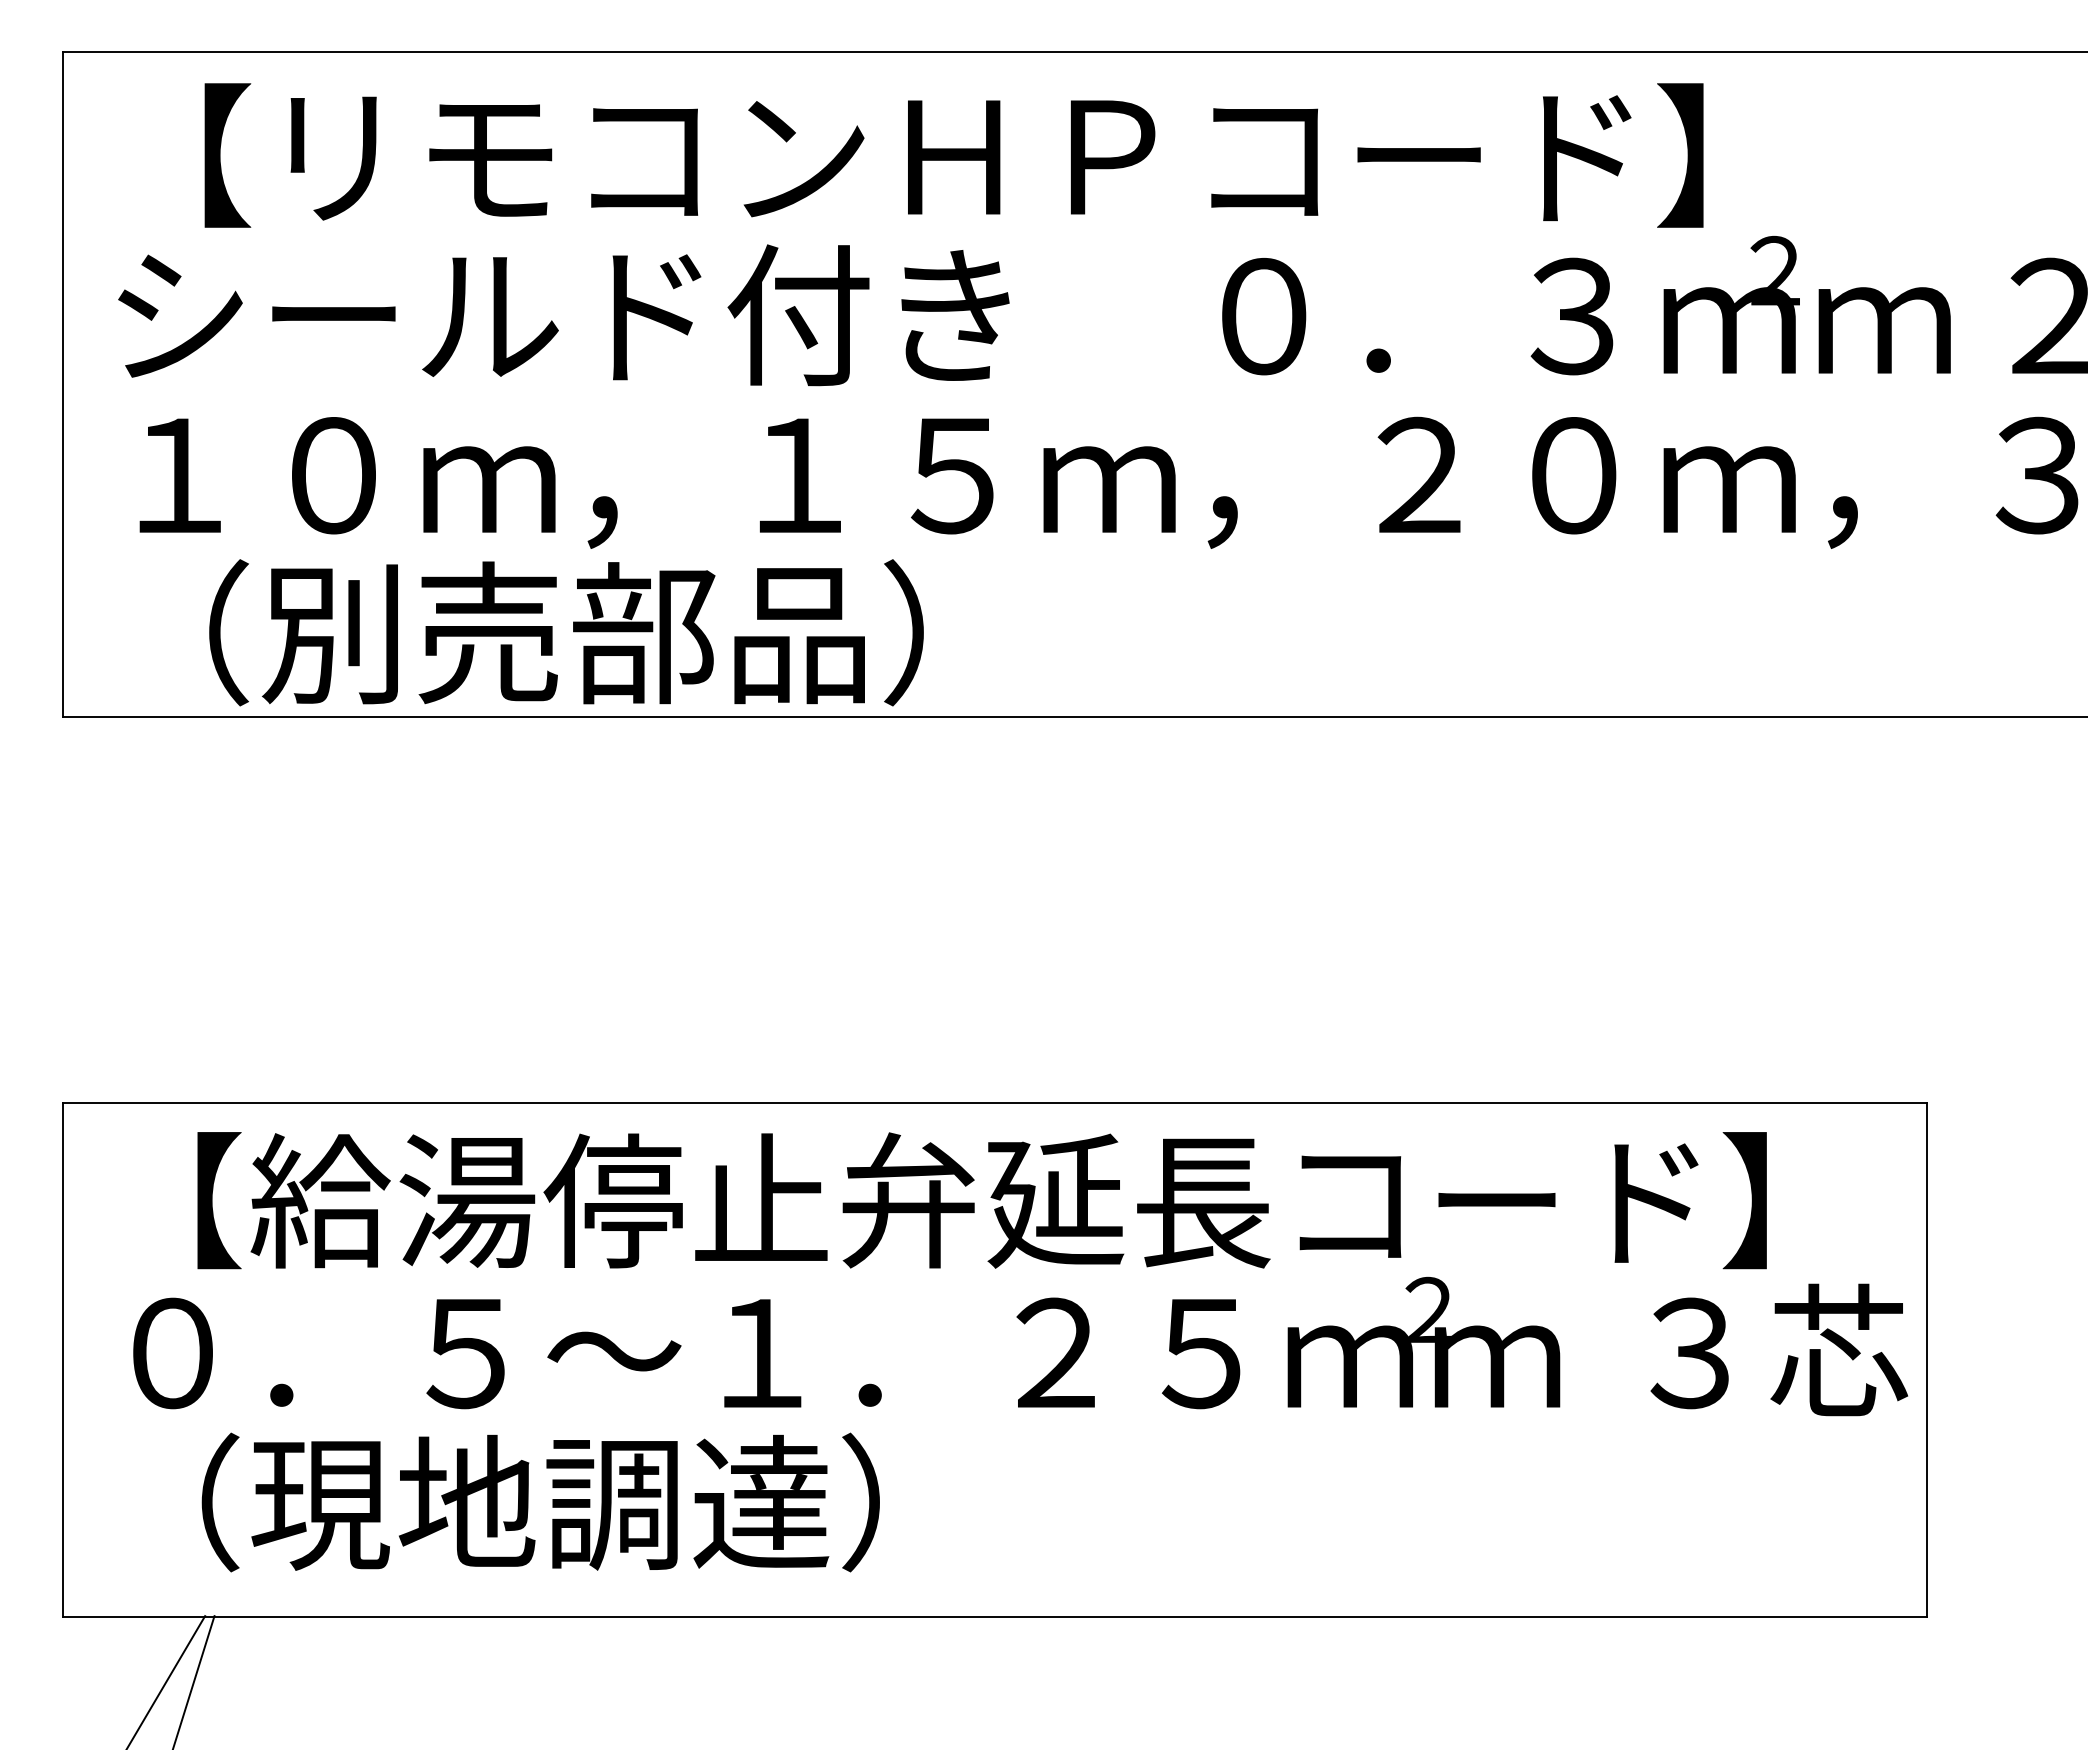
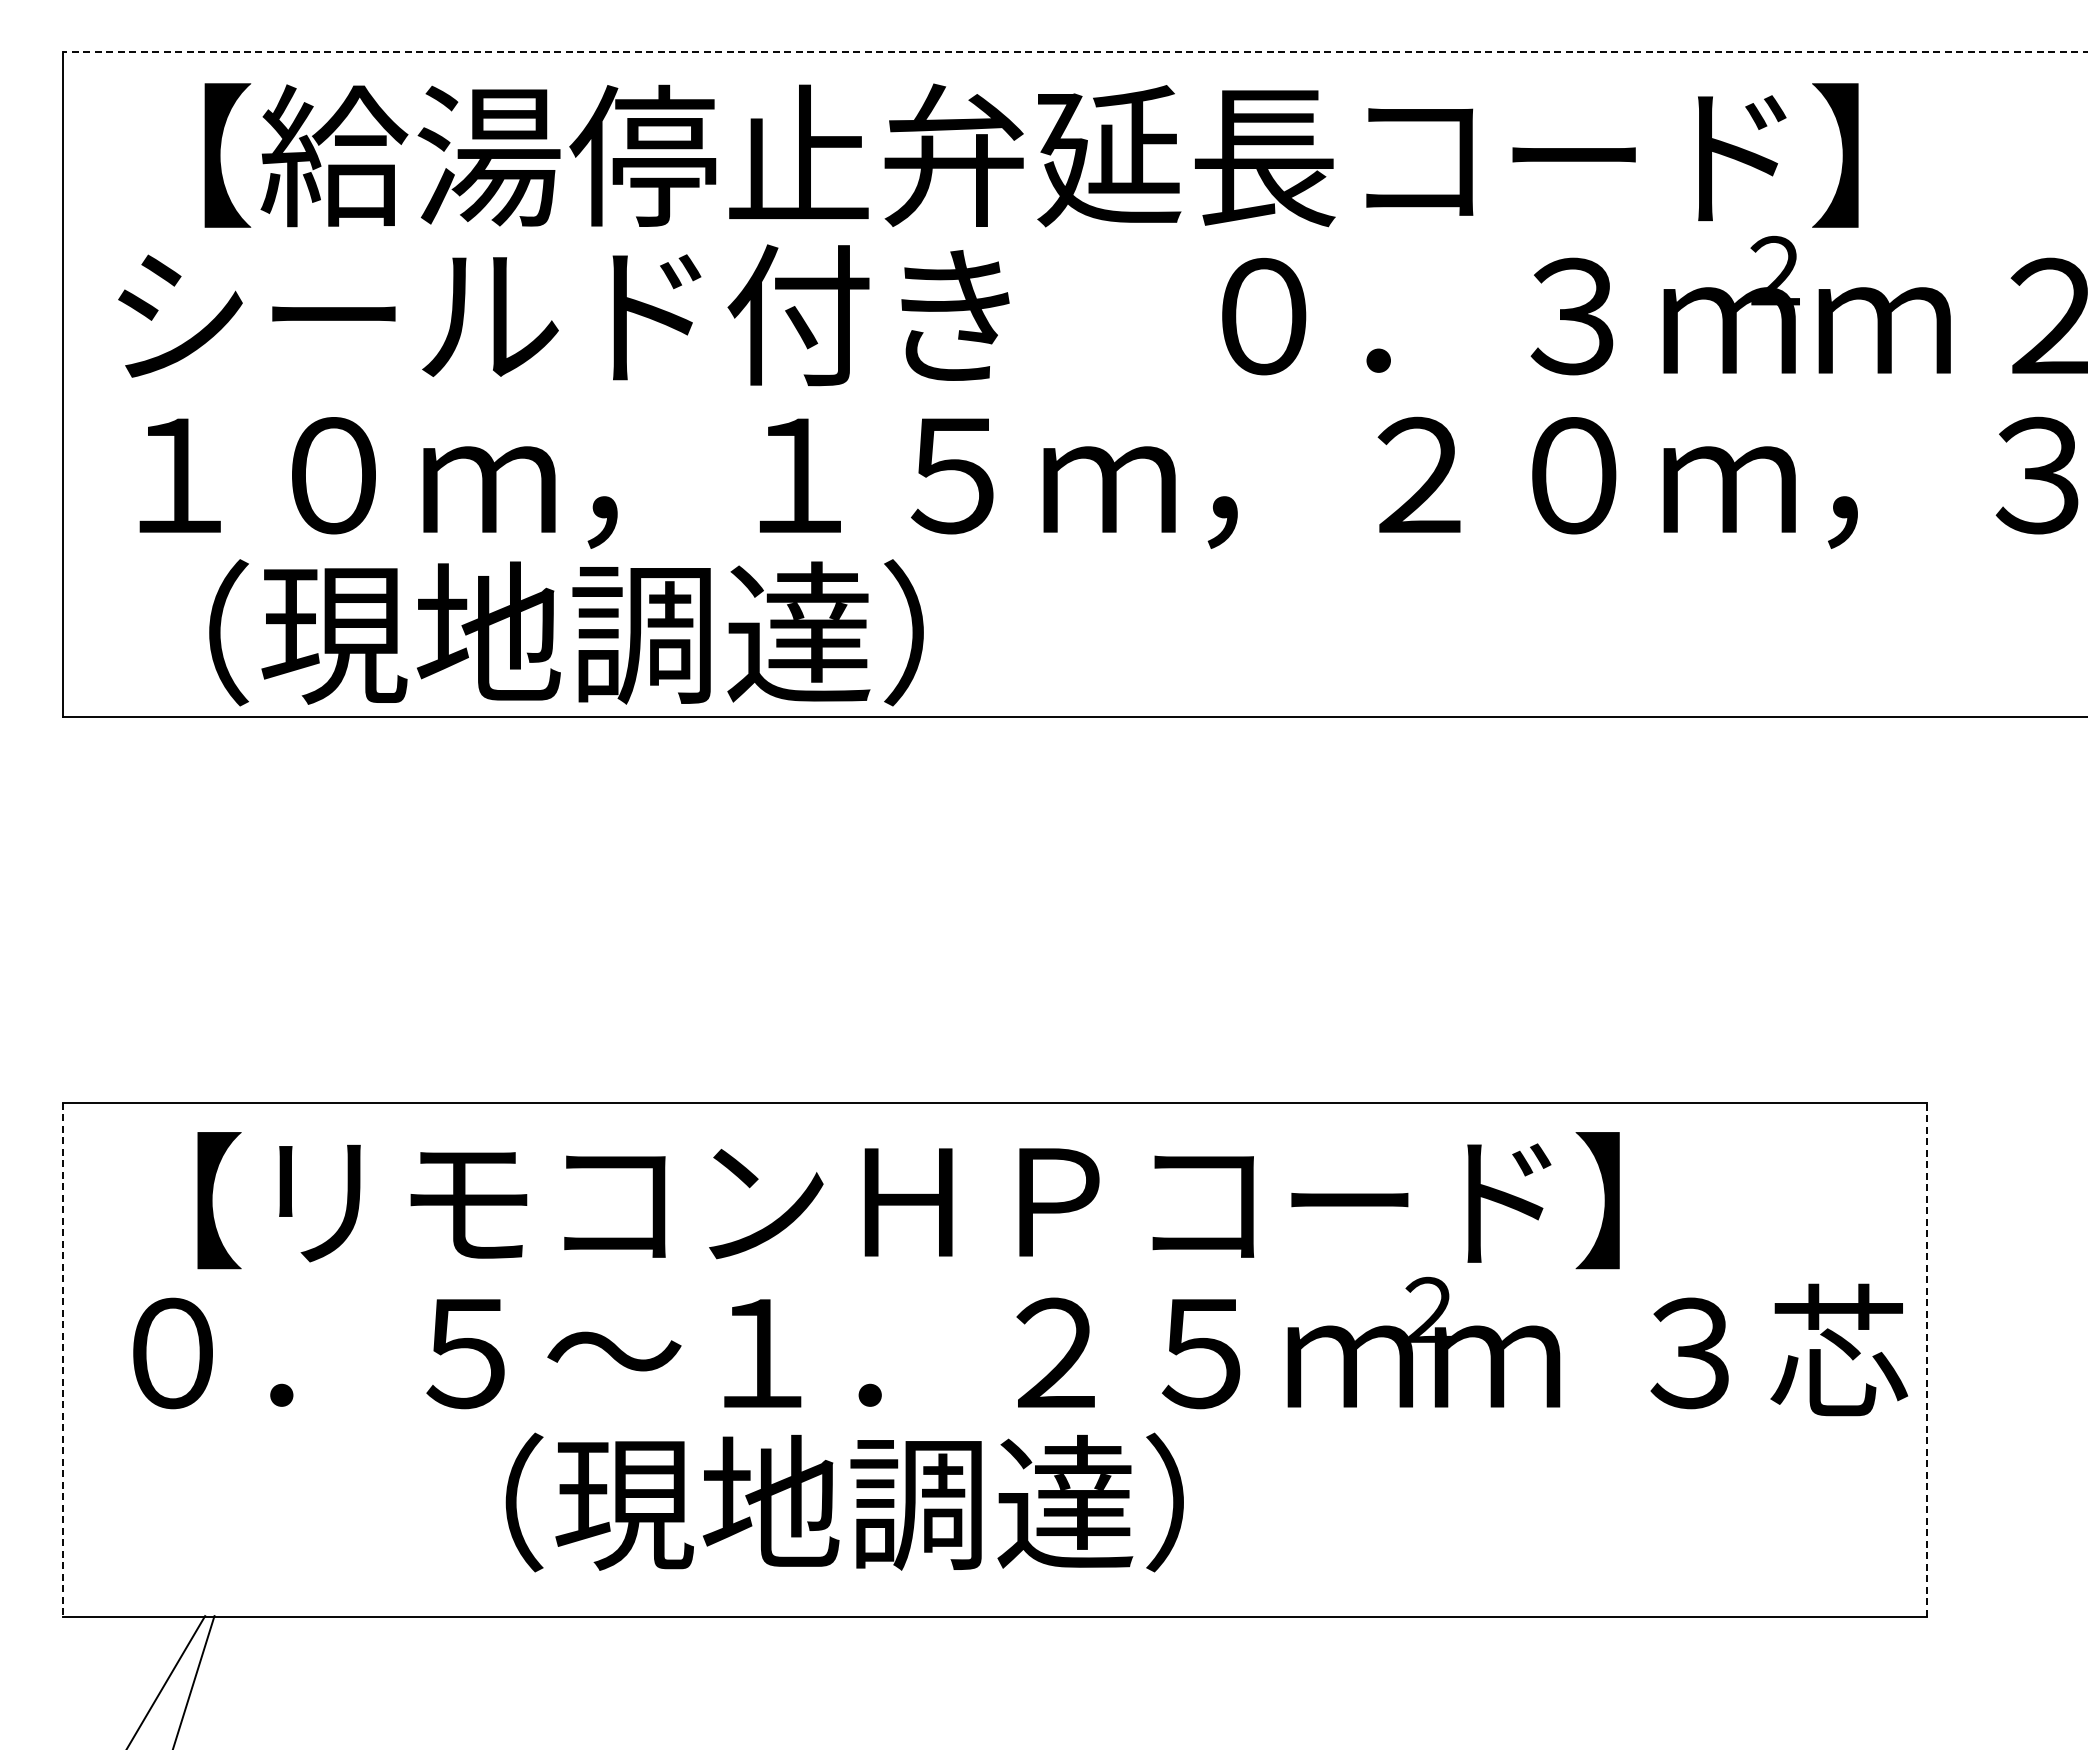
line at (1074, 52): solid -> dashed
text at (1059, 155): 【リモコンＨＰコード】 -> 【給湯停止弁延長コード】
text at (565, 632): （別売部品） -> （現地調達）
text at (1008, 1200): 【給湯停止弁延長コード】 -> 【リモコンＨＰコード】
line at (62, 1359): solid -> dashed
line at (1926, 1359): solid -> dashed
text at (540, 1502) position: (540, 1502) -> (844, 1502)
